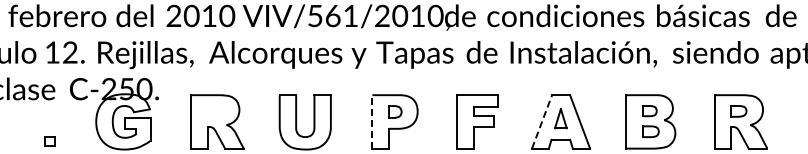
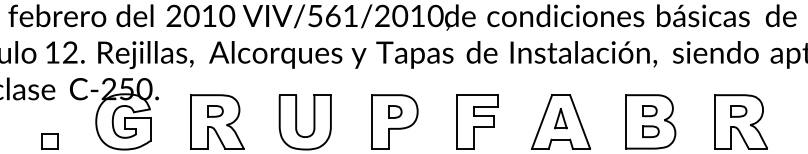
part at (215, 111): none -> present
line at (372, 121): dashed -> solid
line at (542, 121): dashed -> solid
part at (49, 141) size: 12x11 px -> 18x17 px
